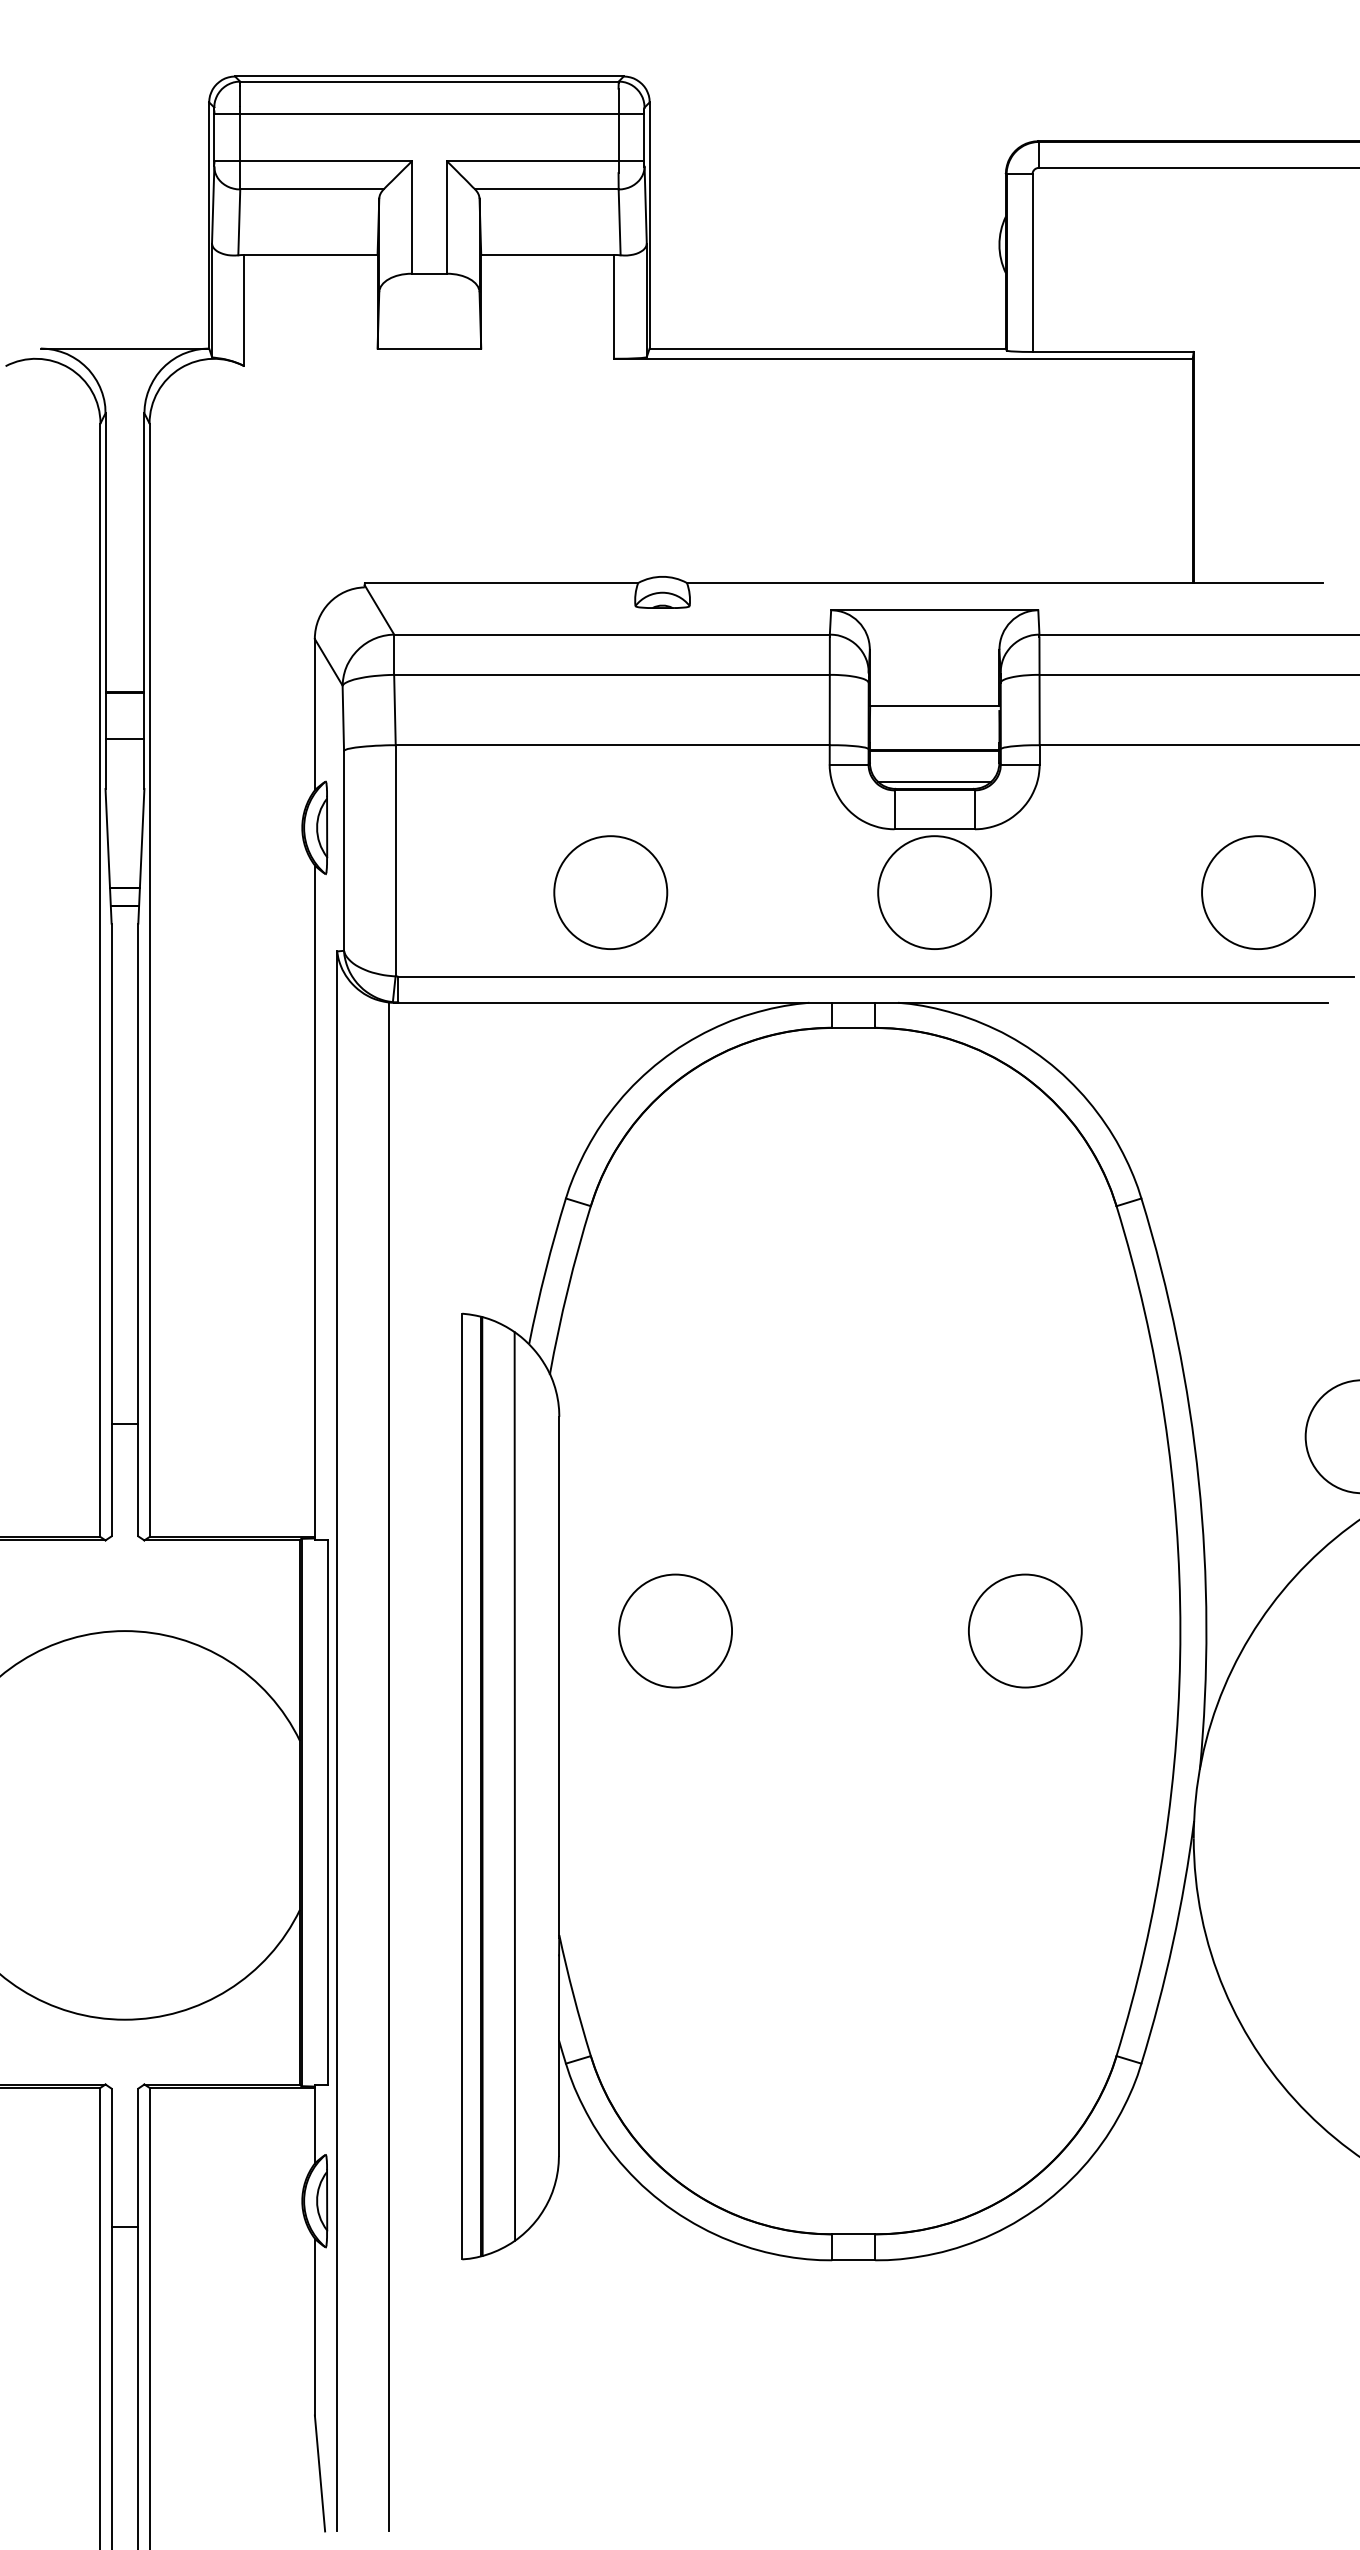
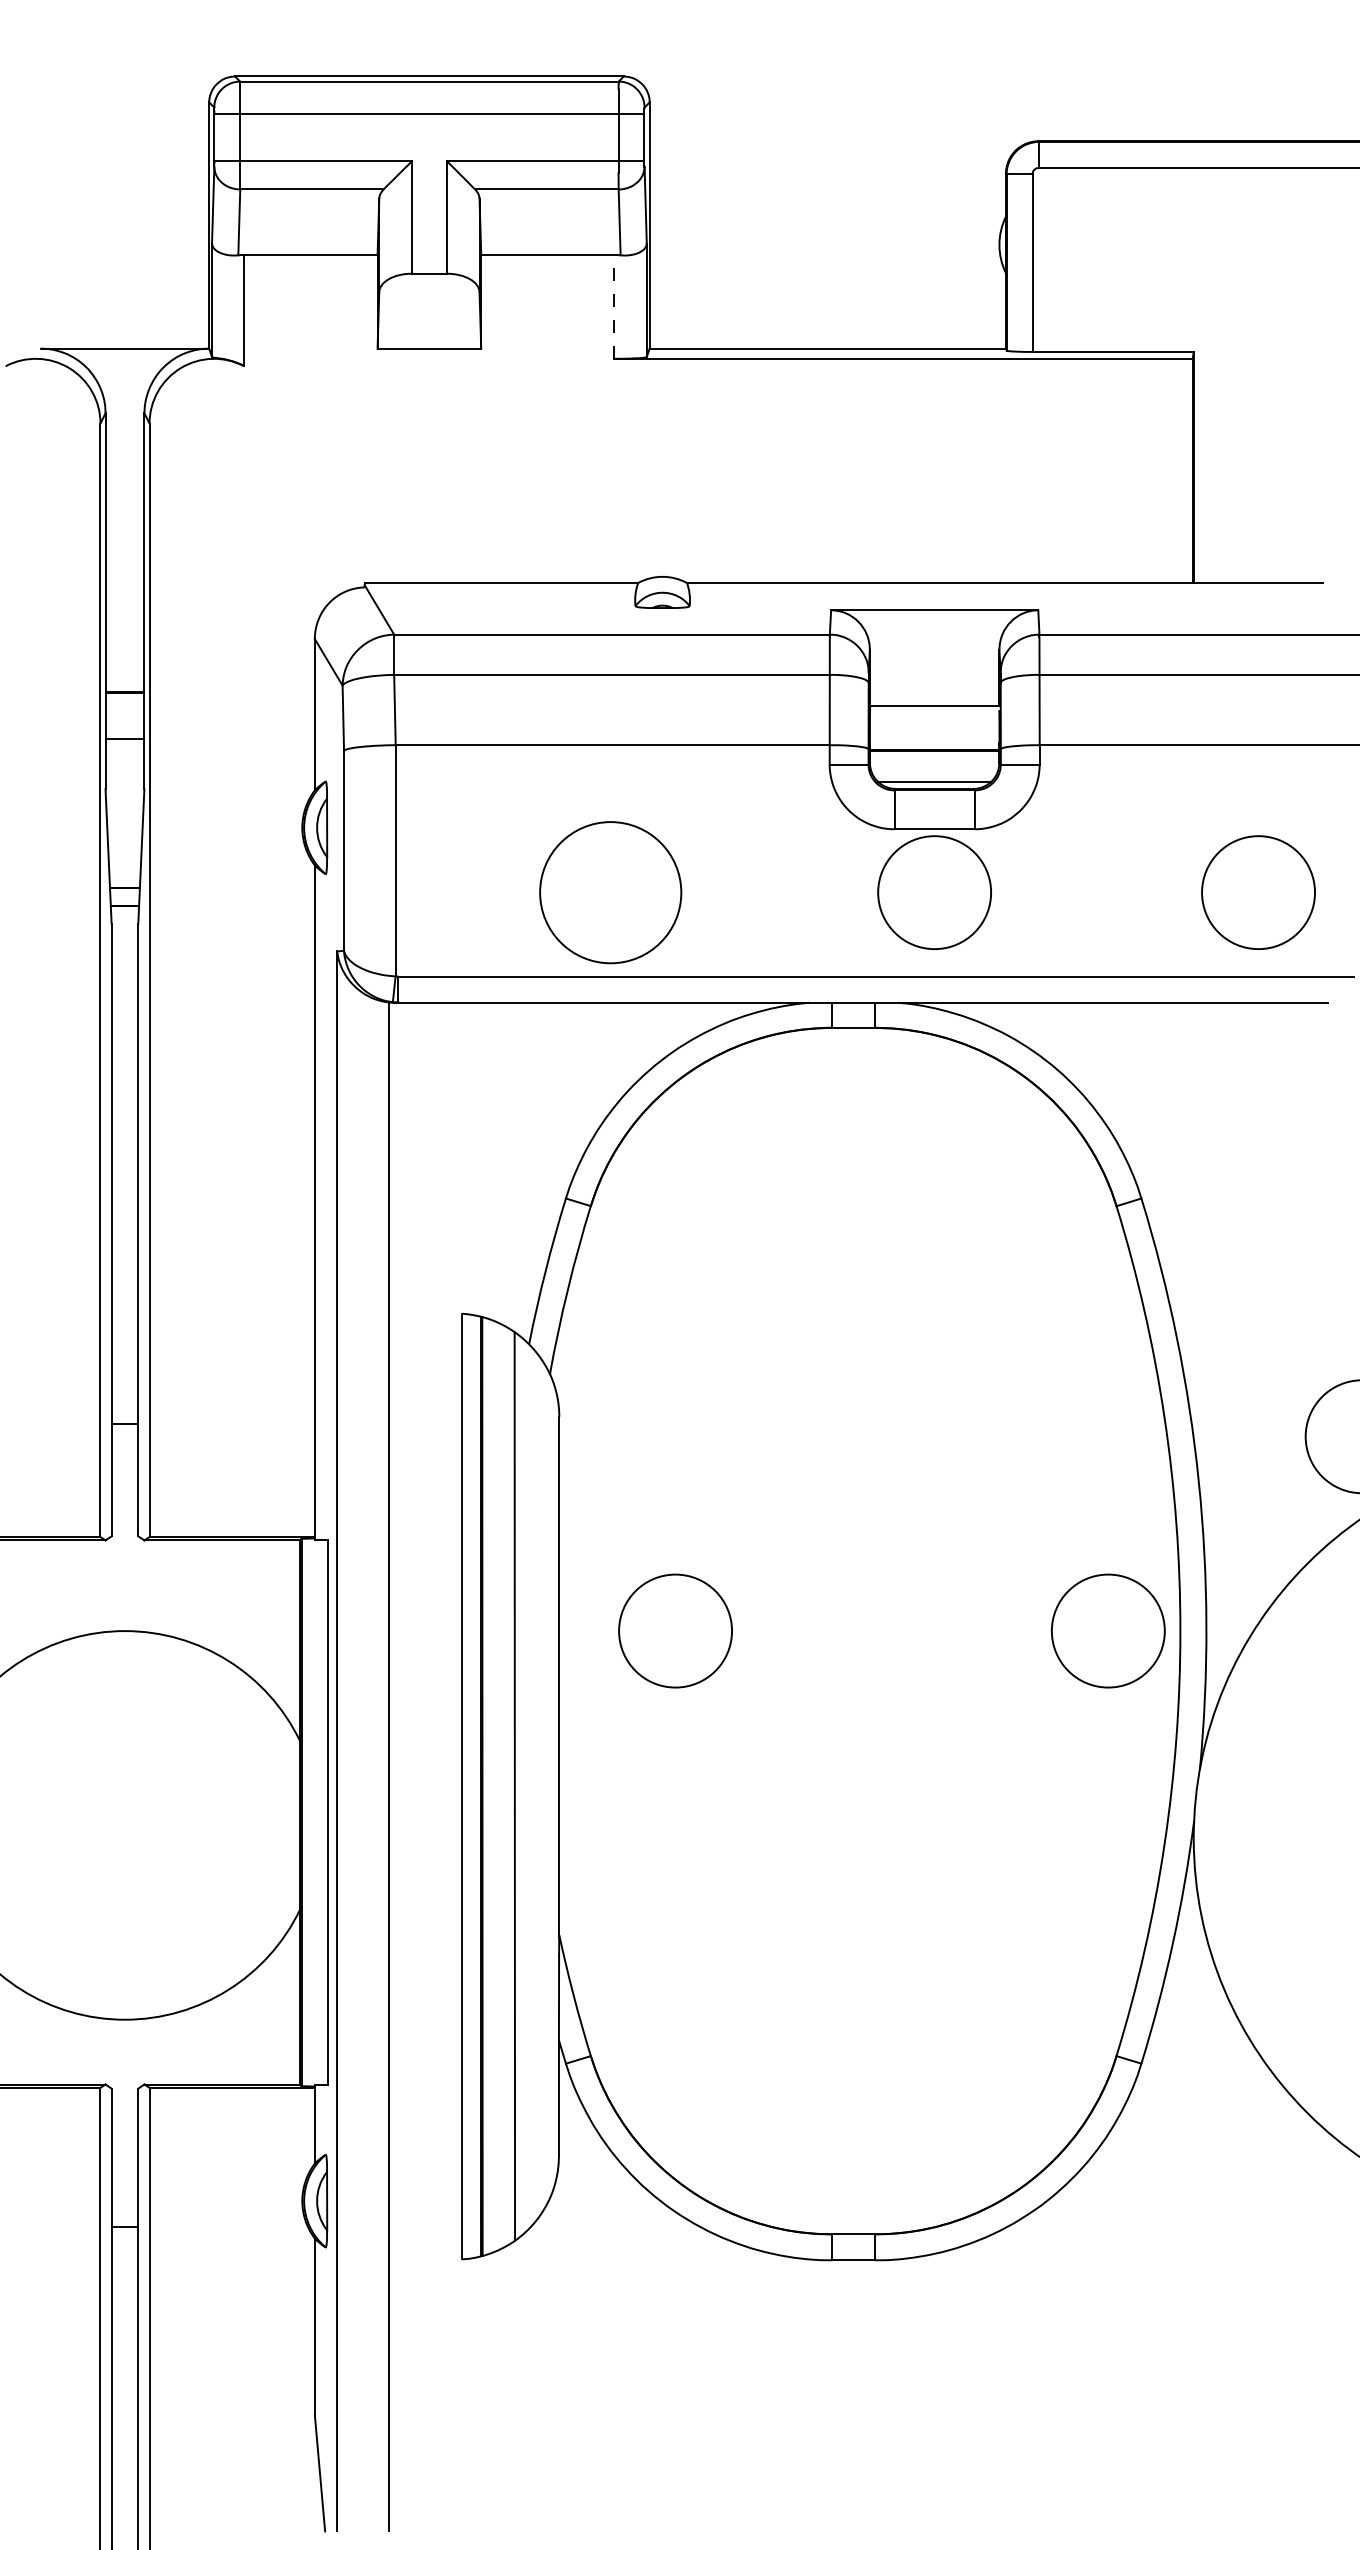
line at (614, 306): solid -> dashed
circle at (610, 892) size: 116x115 px -> 144x144 px
circle at (1025, 1630) position: (1025, 1630) -> (1108, 1630)
